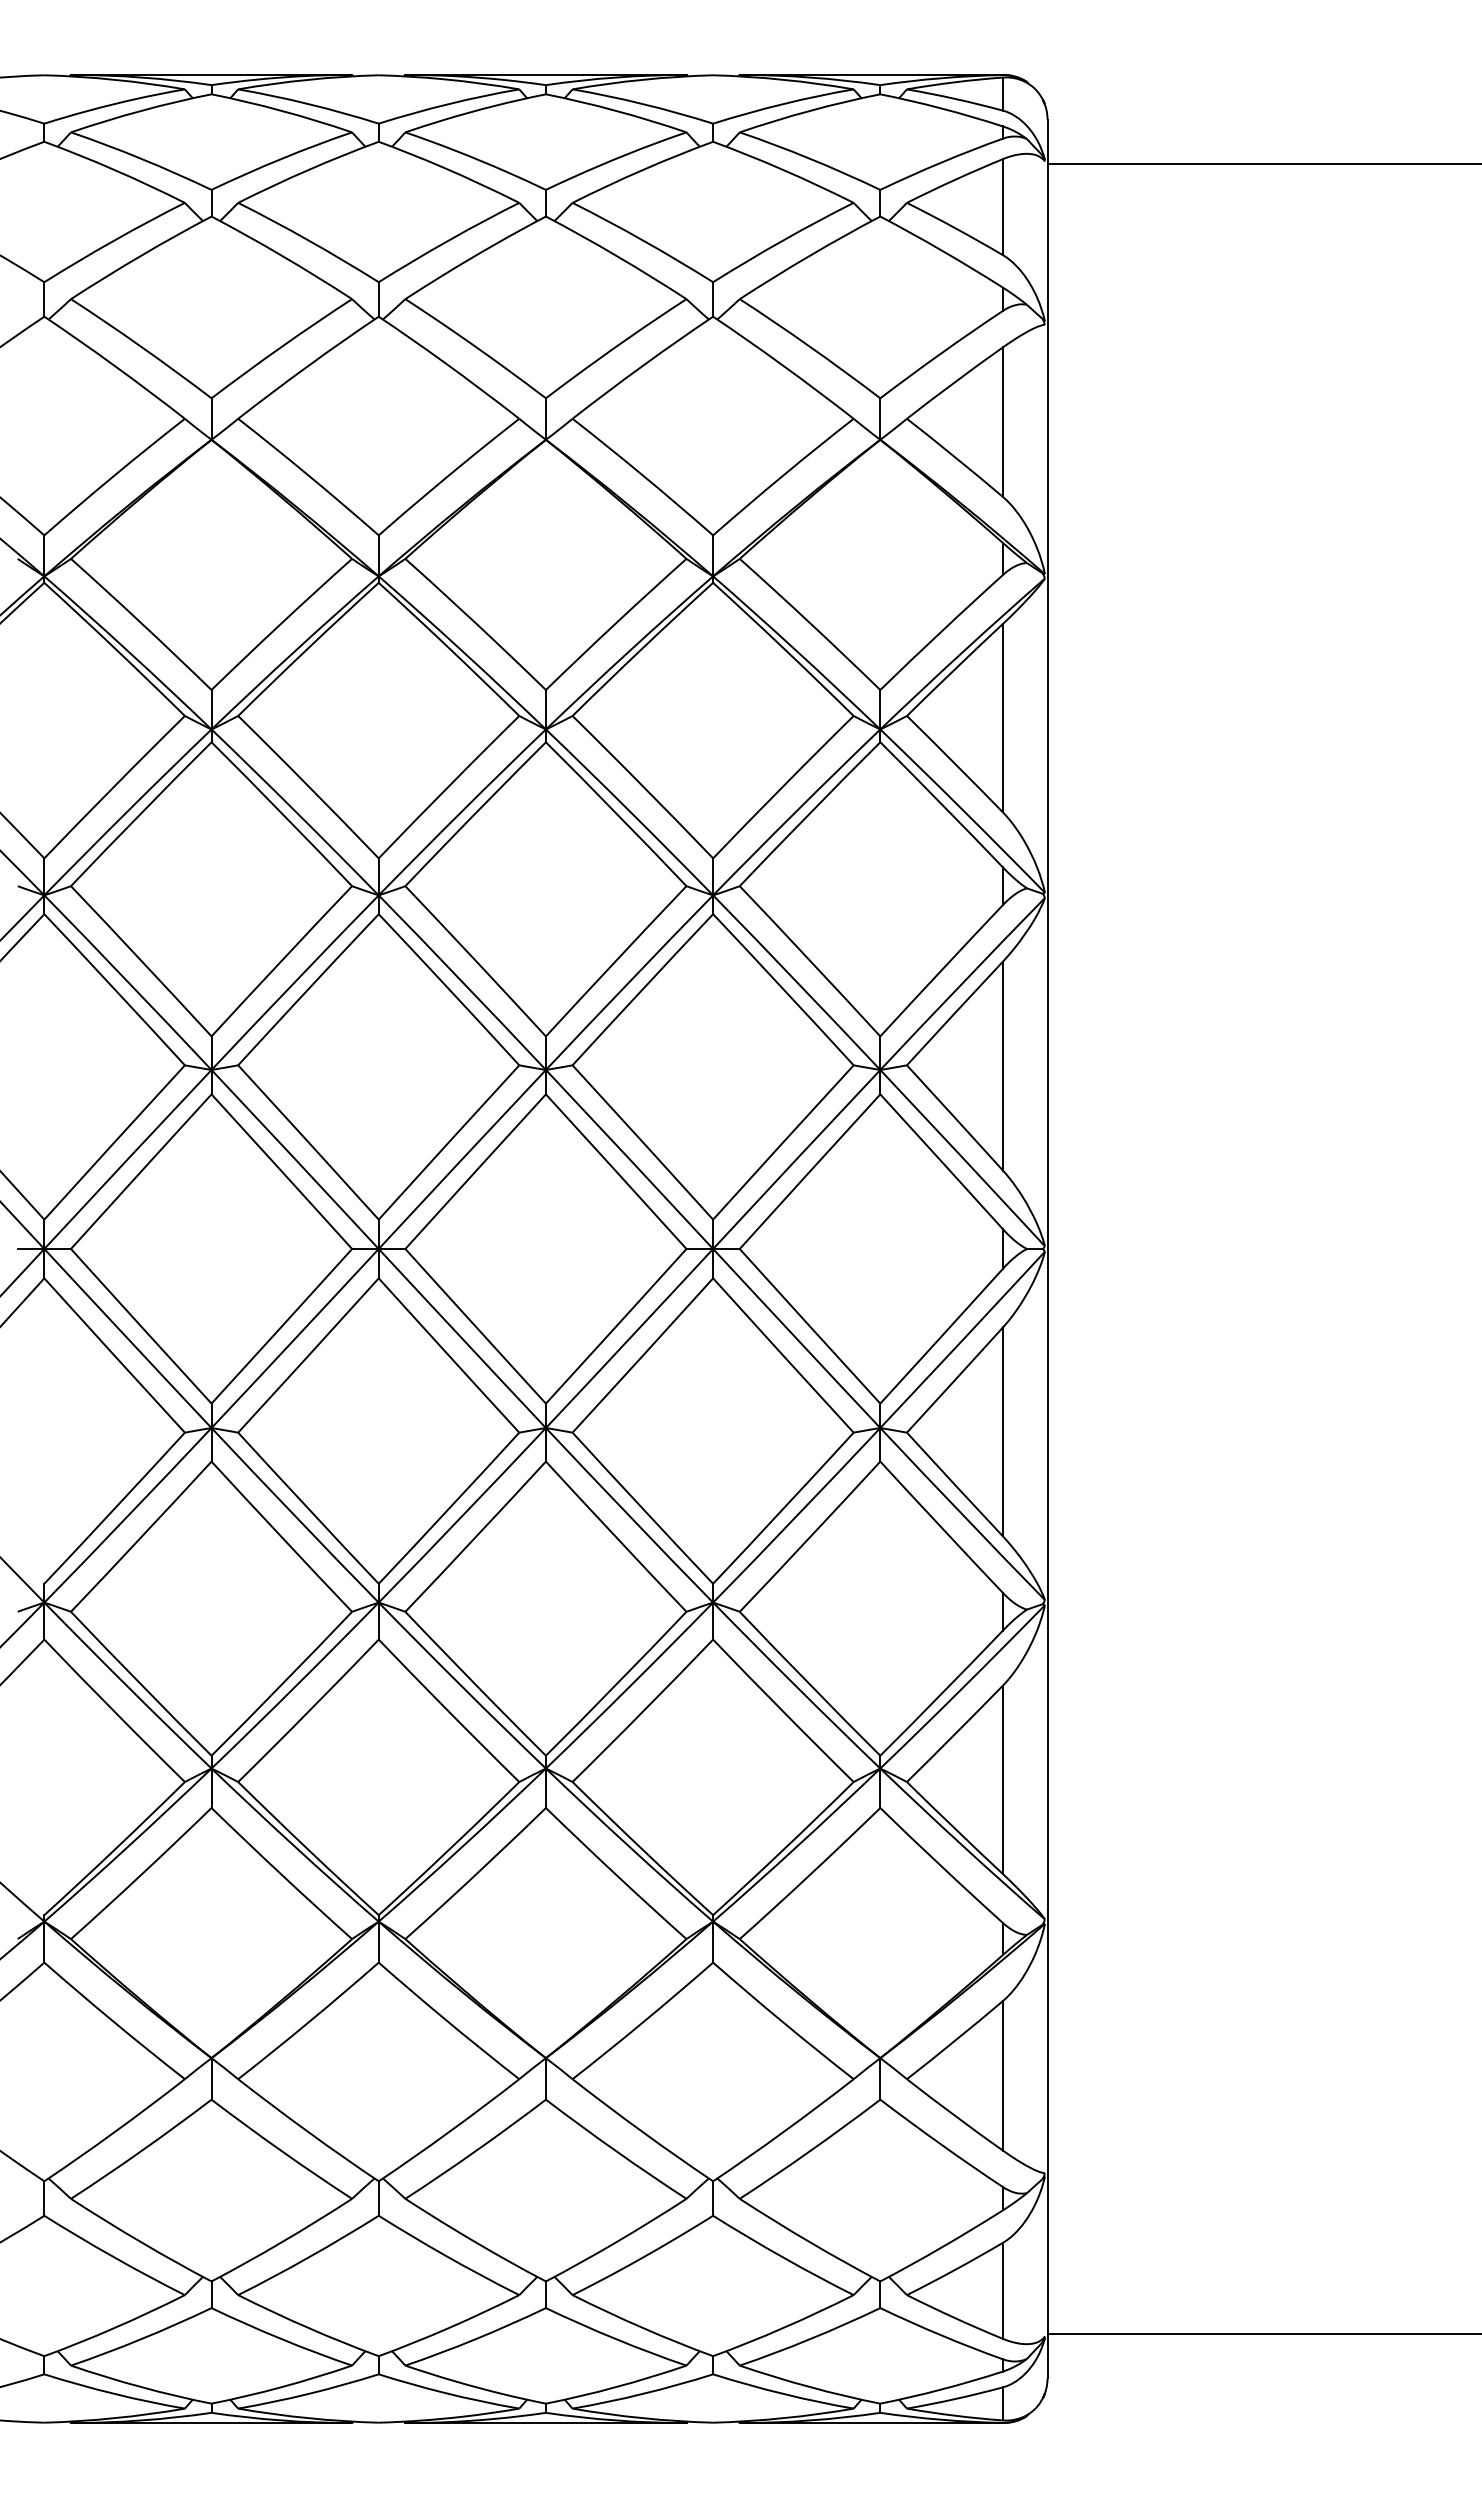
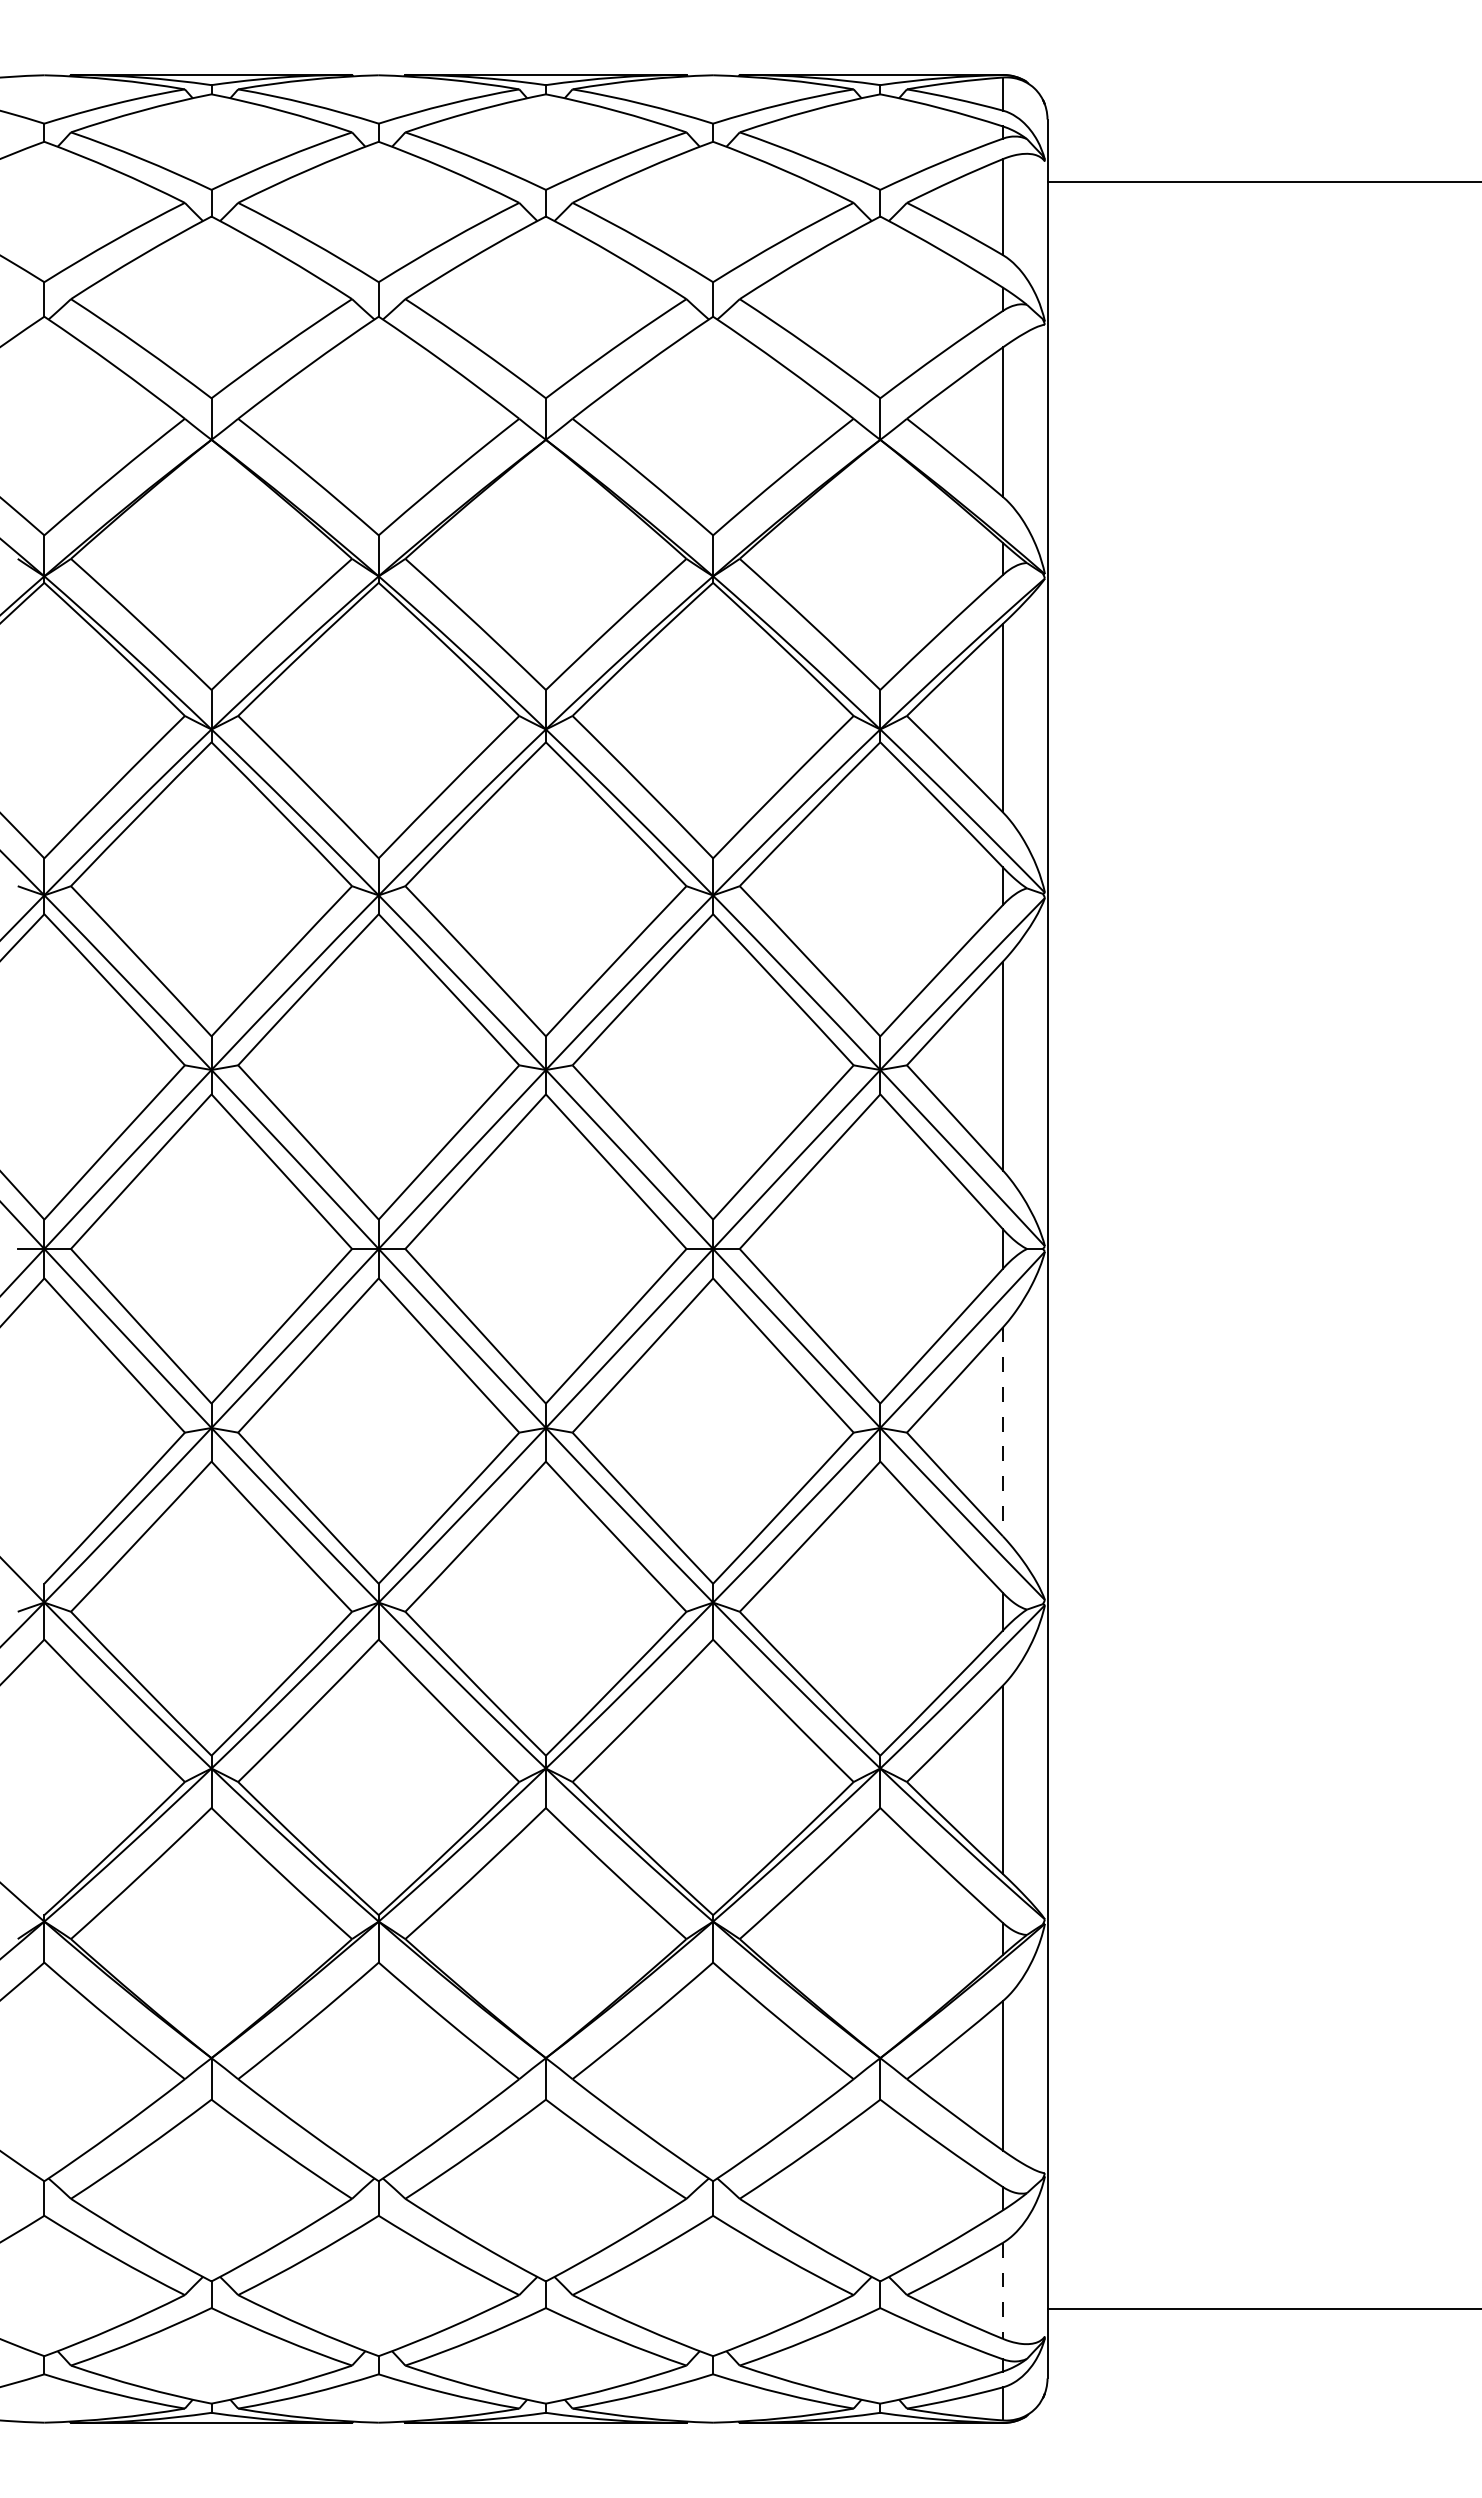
line at (1262, 164) position: (1262, 164) -> (1262, 182)
line at (1002, 1432): solid -> dashed
line at (1002, 2291): solid -> dashed
line at (1262, 2333) position: (1262, 2333) -> (1262, 2308)
